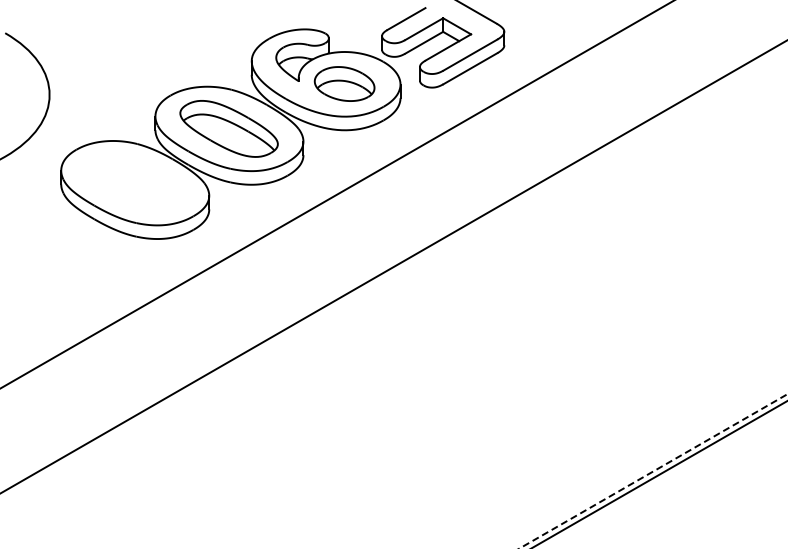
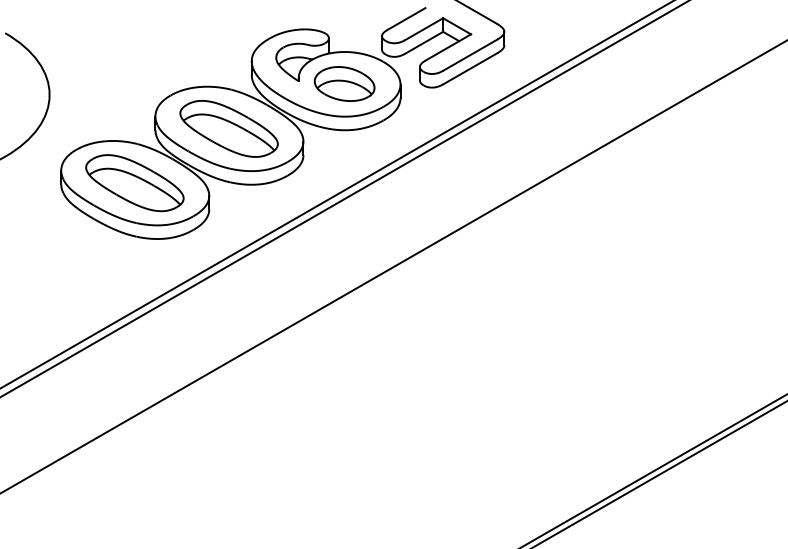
part at (134, 183): none -> present
line at (344, 199): none -> present
line at (653, 471): dashed -> solid
